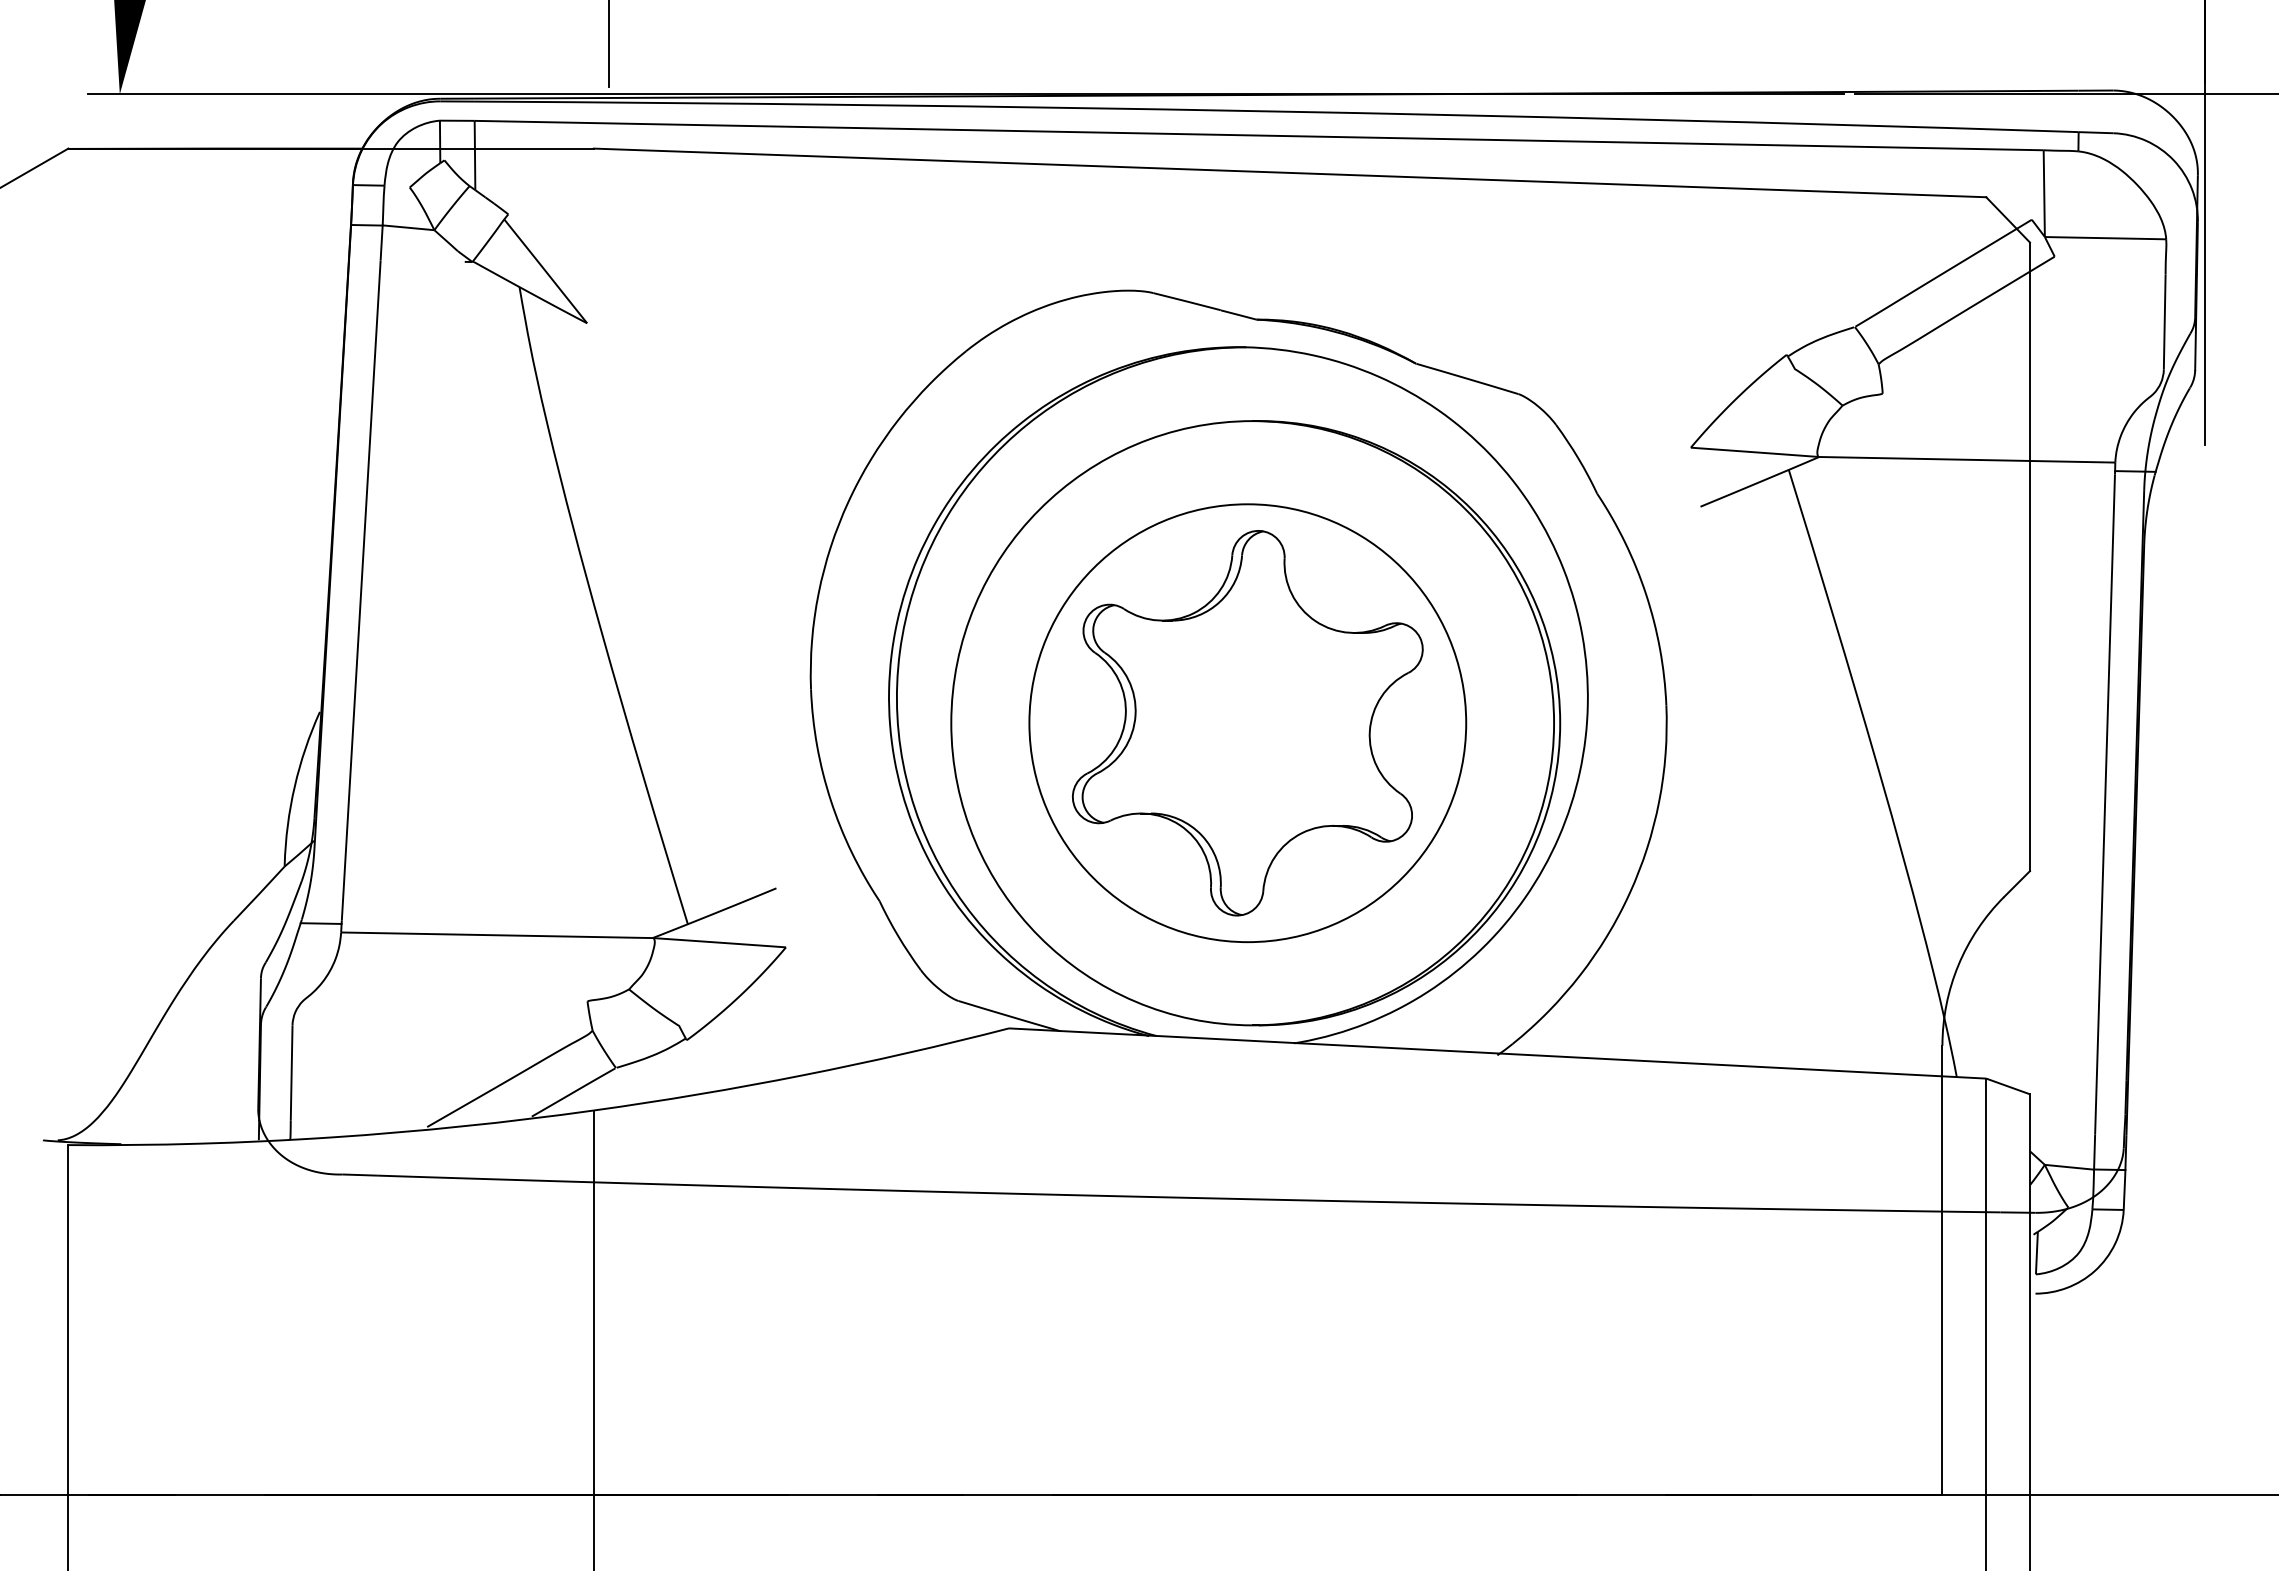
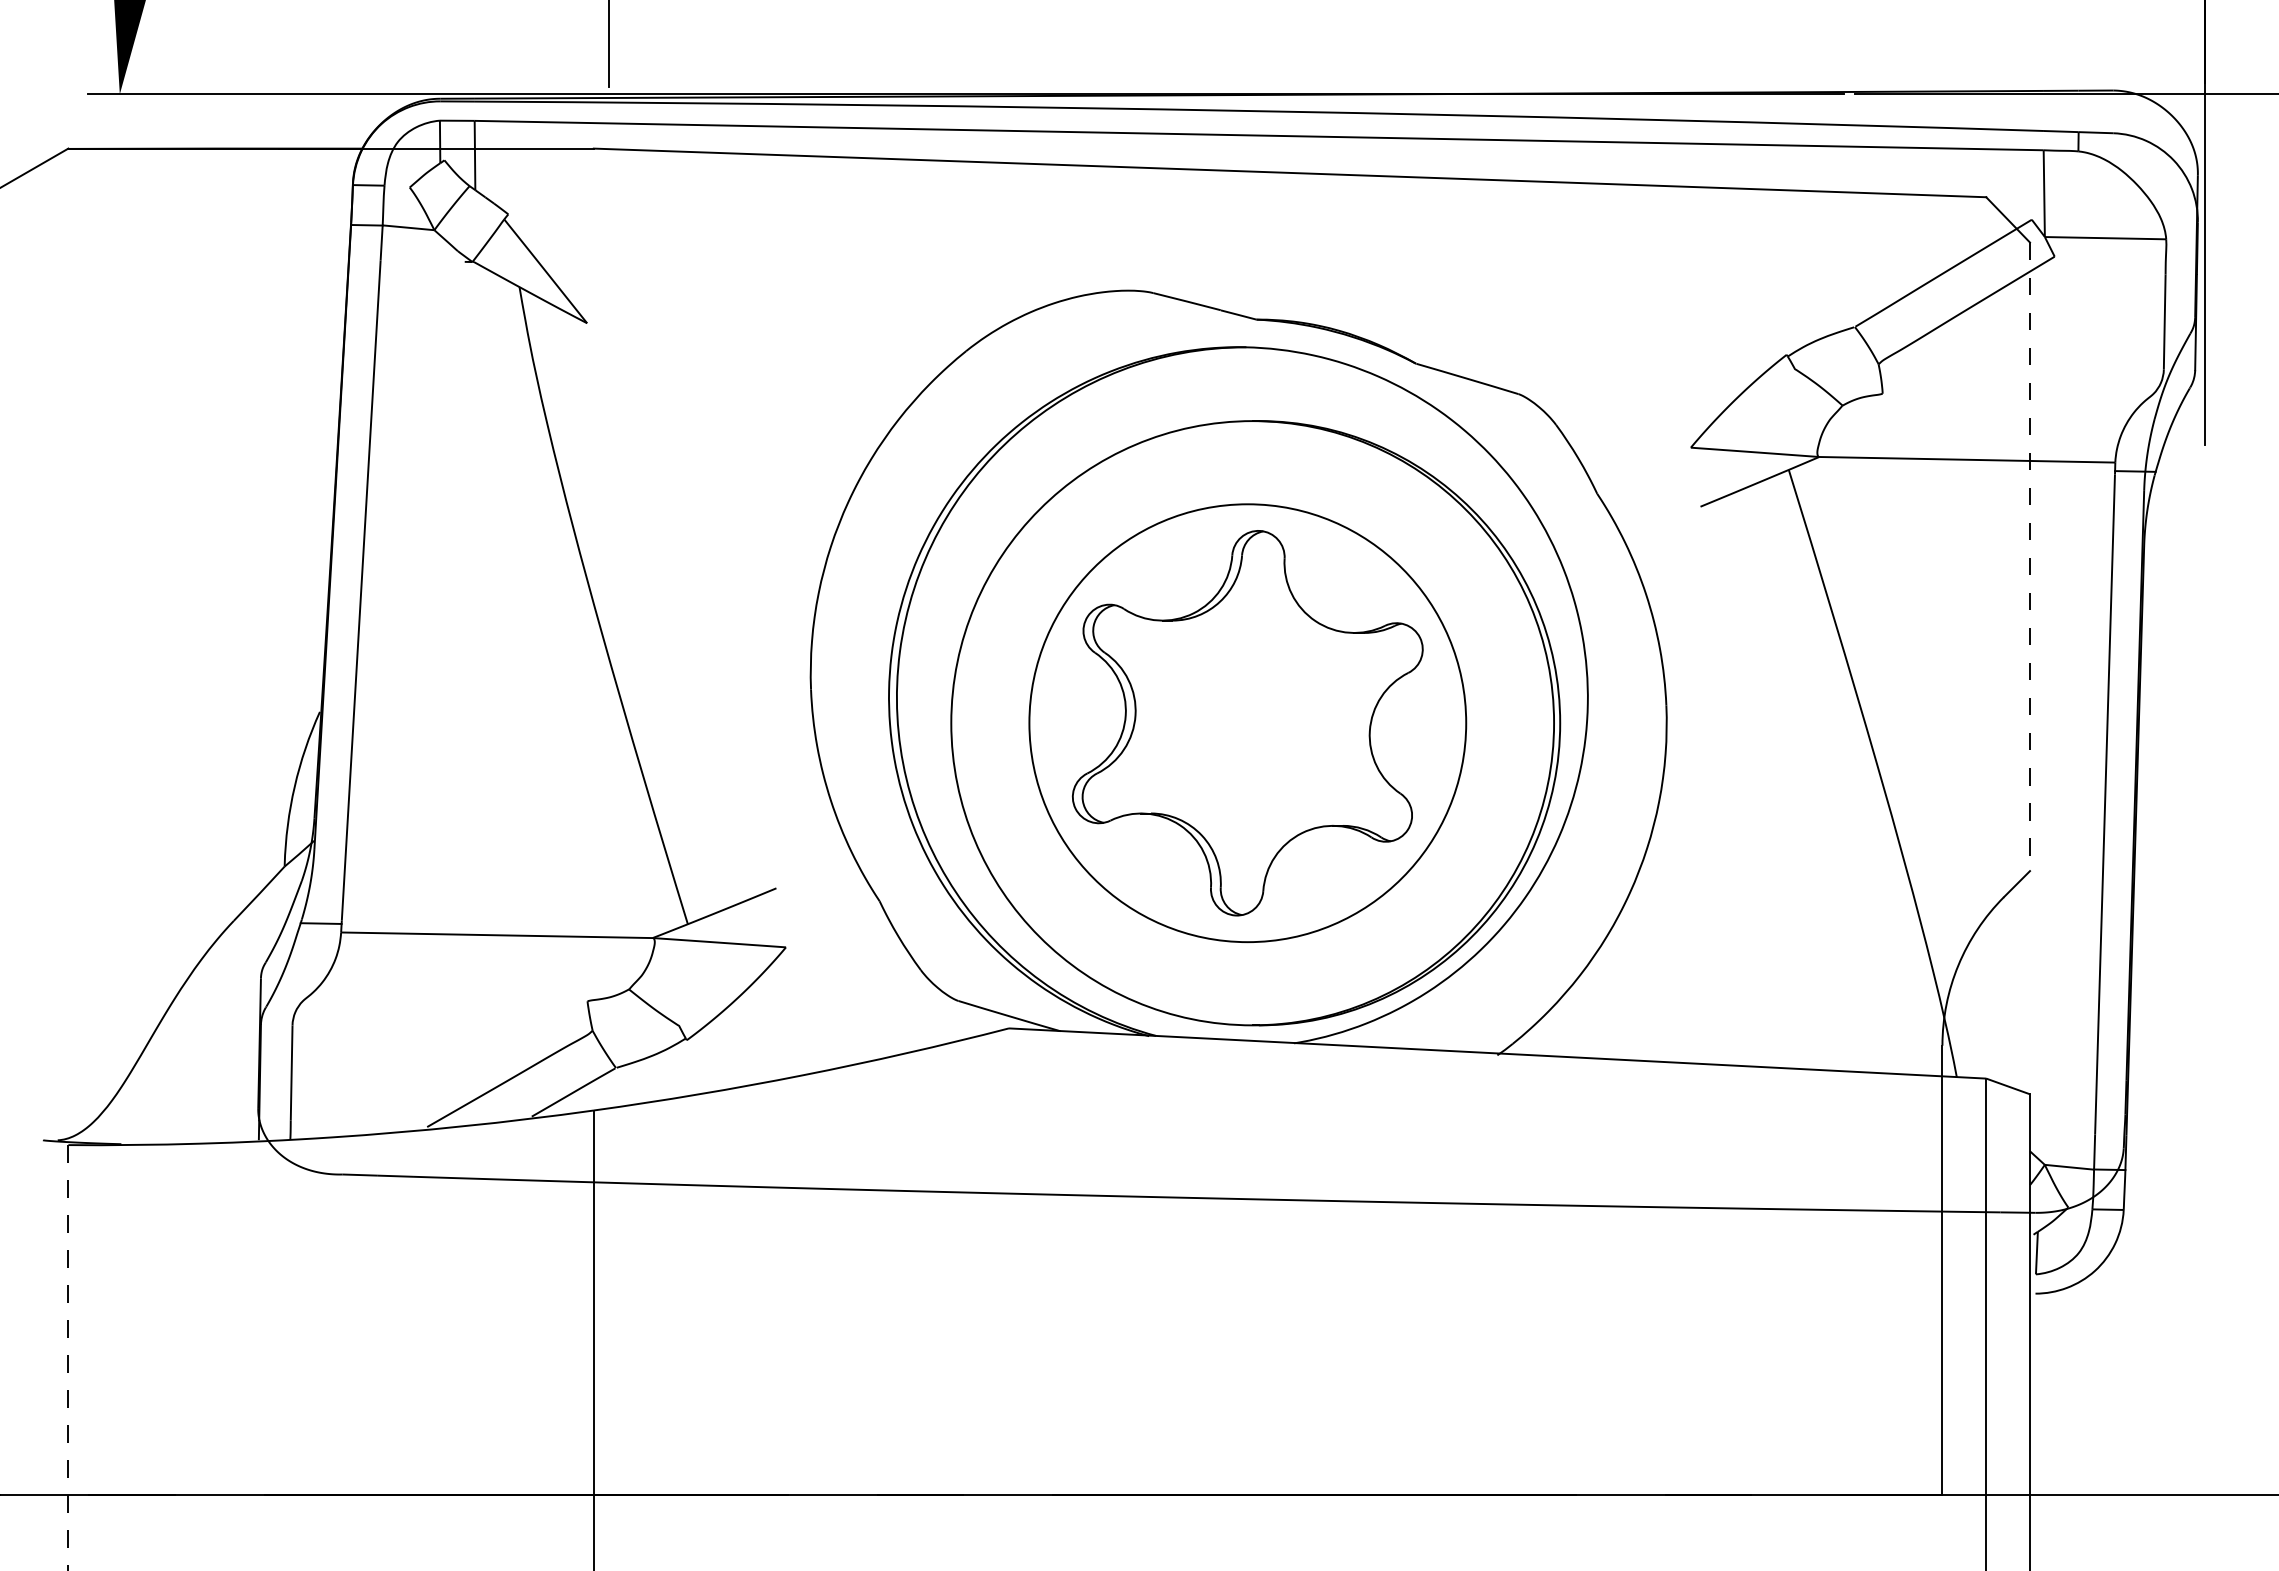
line at (2030, 557): solid -> dashed
line at (68, 1358): solid -> dashed
